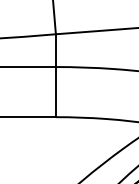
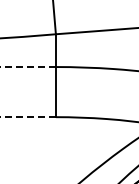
line at (27, 67): solid -> dashed
line at (28, 117): solid -> dashed
